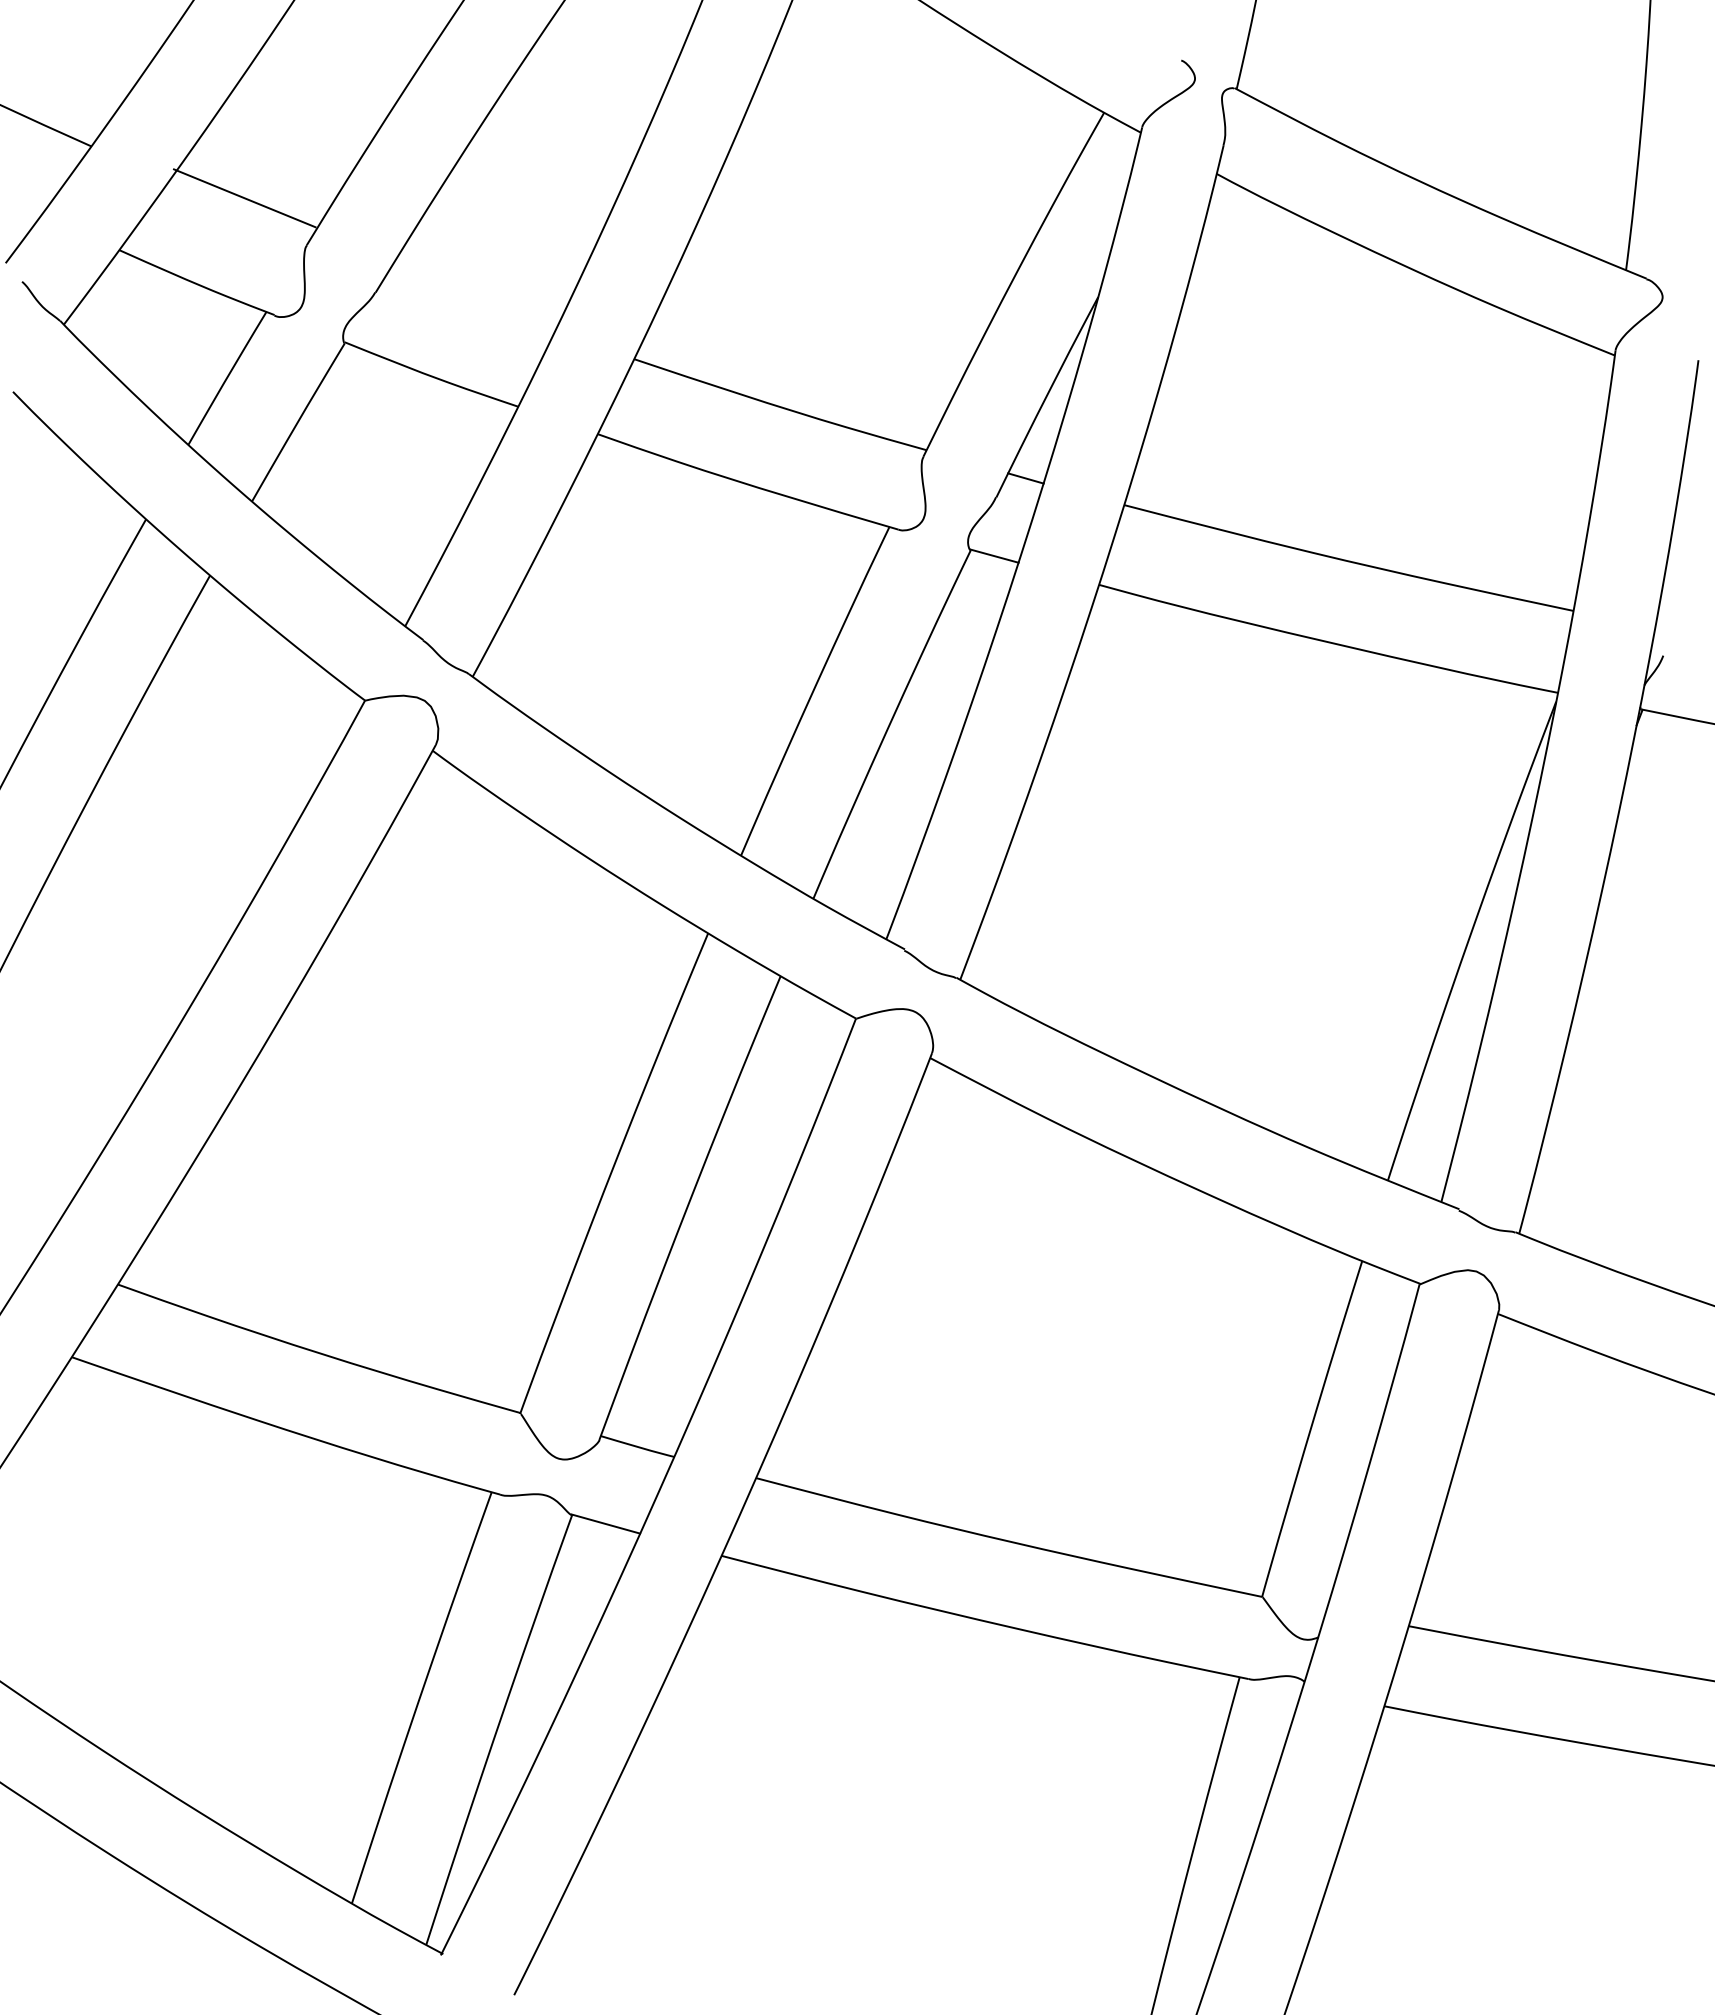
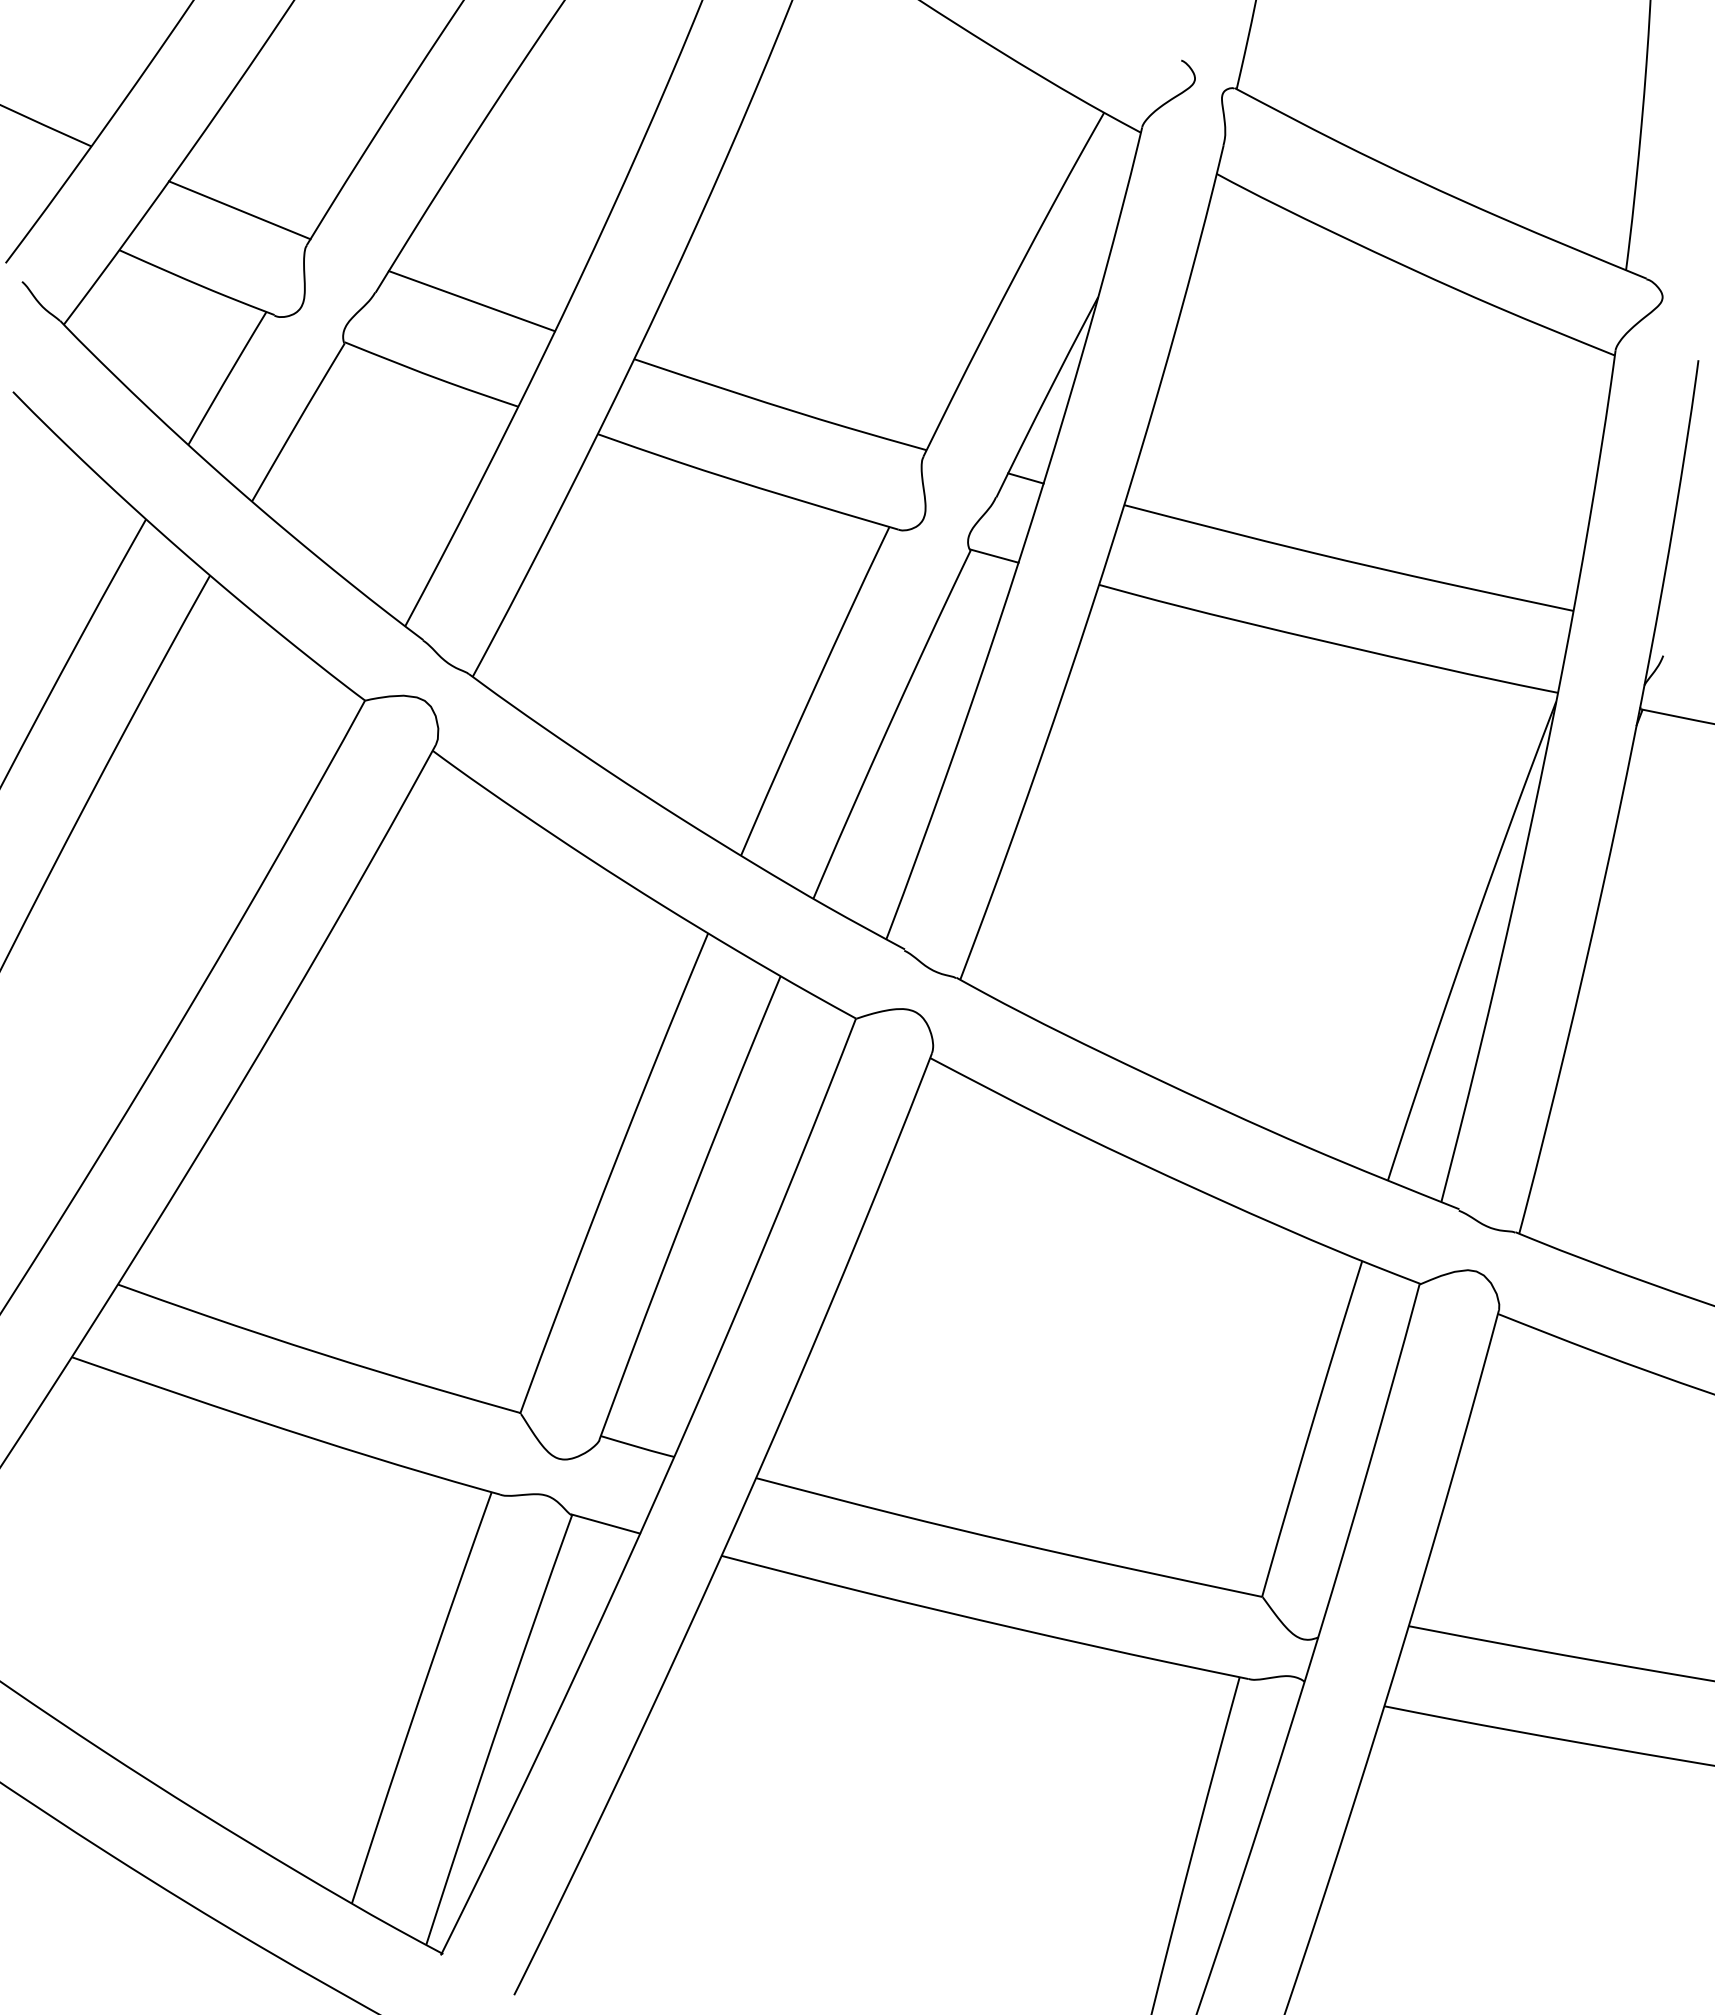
line at (244, 198) position: (244, 198) -> (239, 210)
line at (471, 301): none -> present
